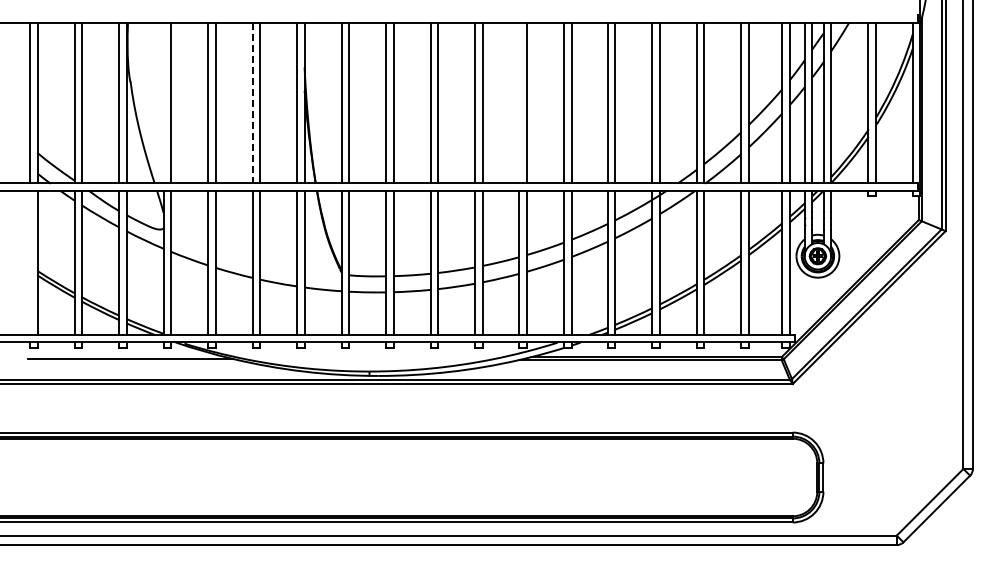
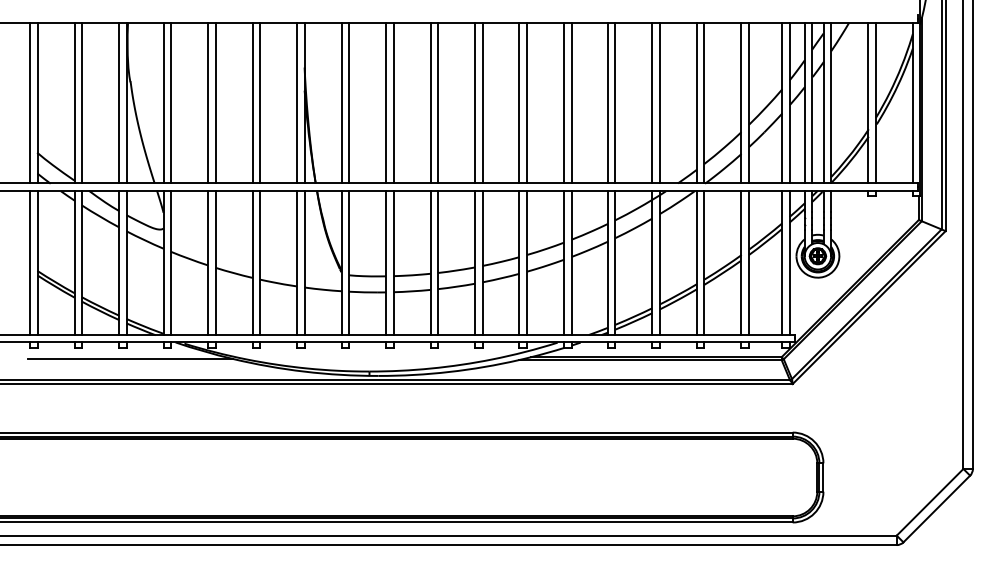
line at (163, 102): none -> present
line at (519, 102): none -> present
line at (252, 103): dashed -> solid
line at (30, 262): none -> present
